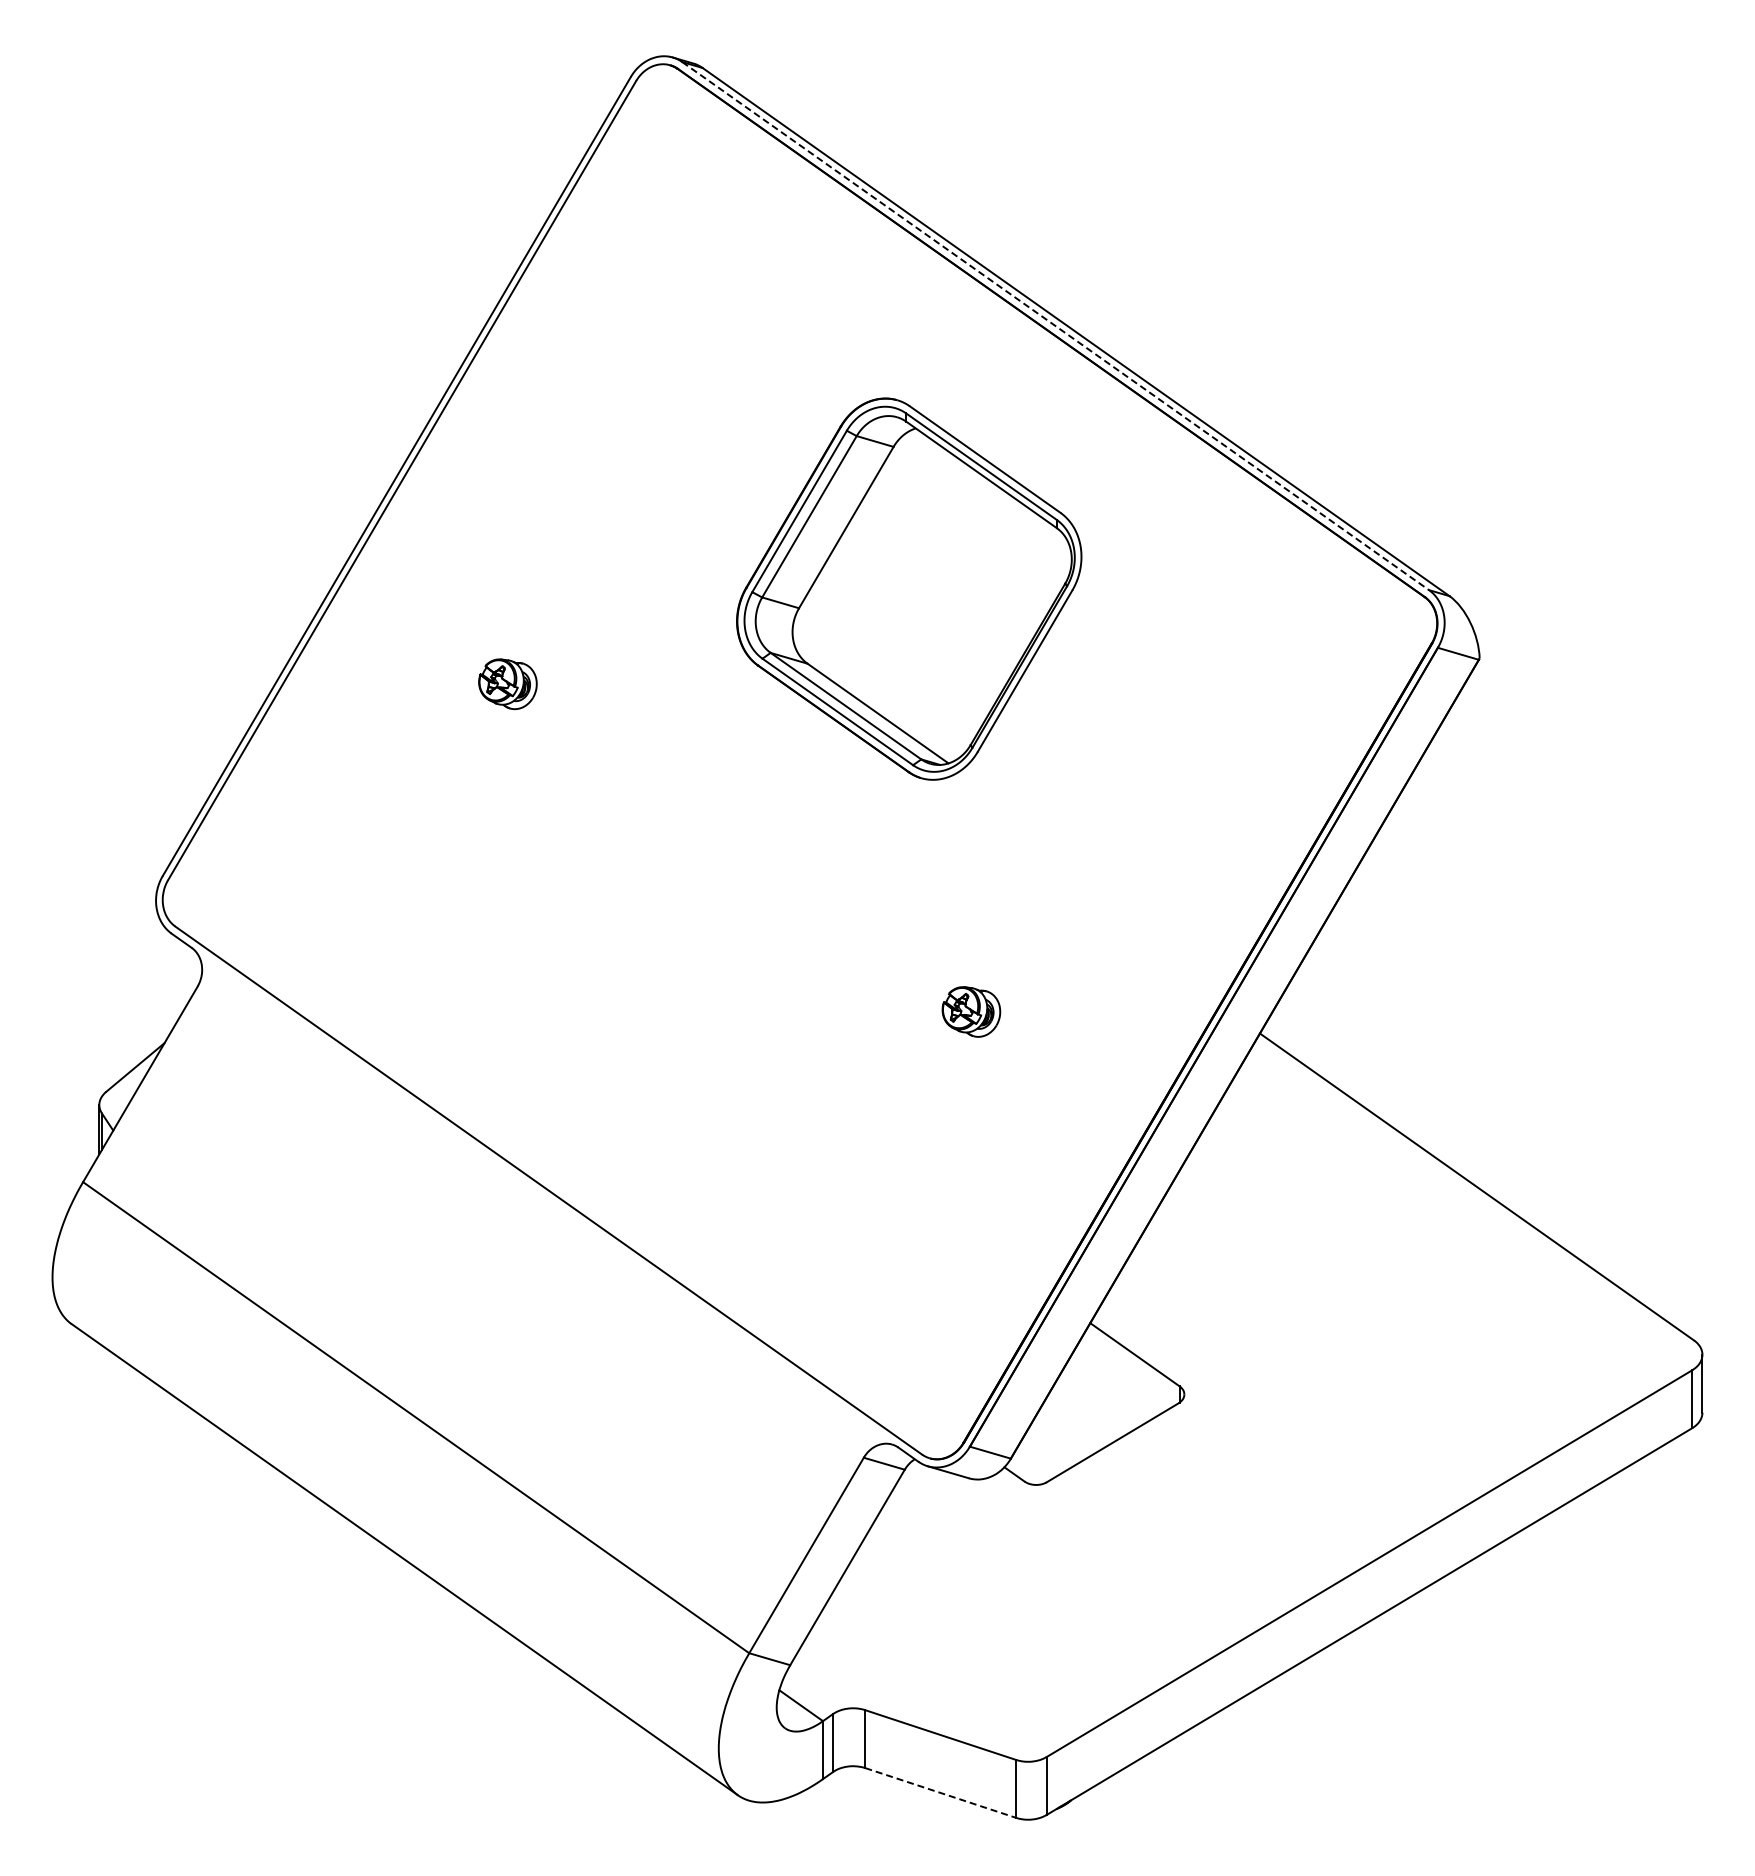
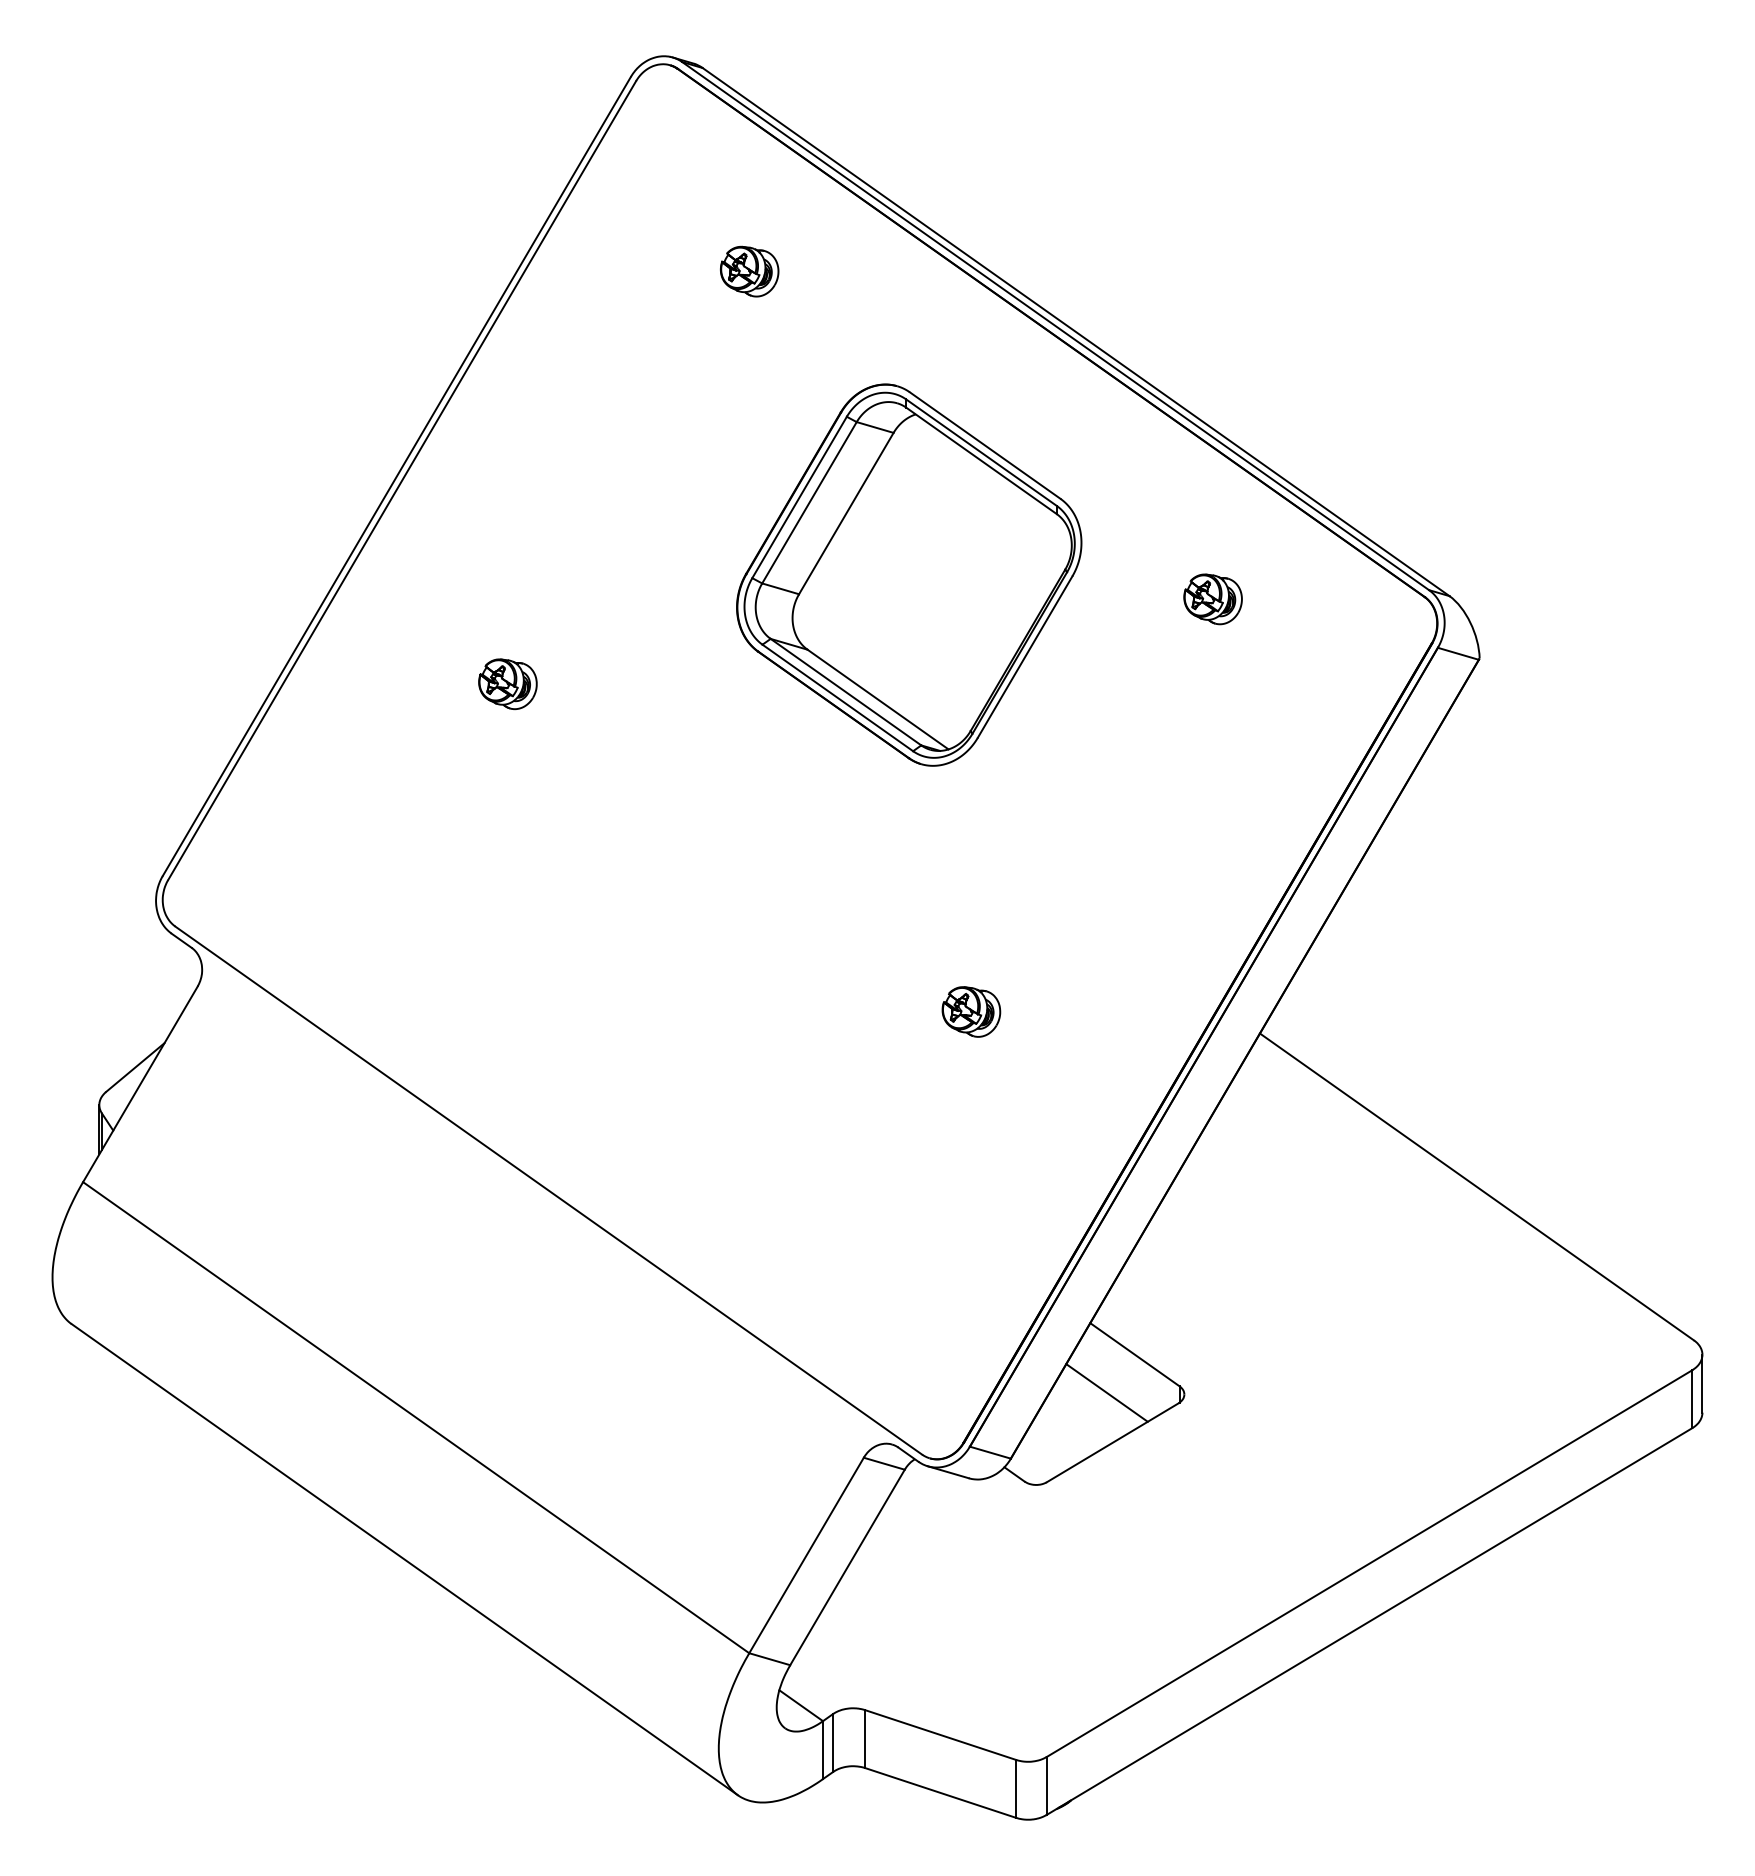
part at (749, 271): none -> present
line at (1056, 326): dashed -> solid
part at (909, 588) position: (909, 588) -> (909, 574)
part at (1212, 599): none -> present
line at (1106, 1392): none -> present
line at (941, 1793): dashed -> solid
